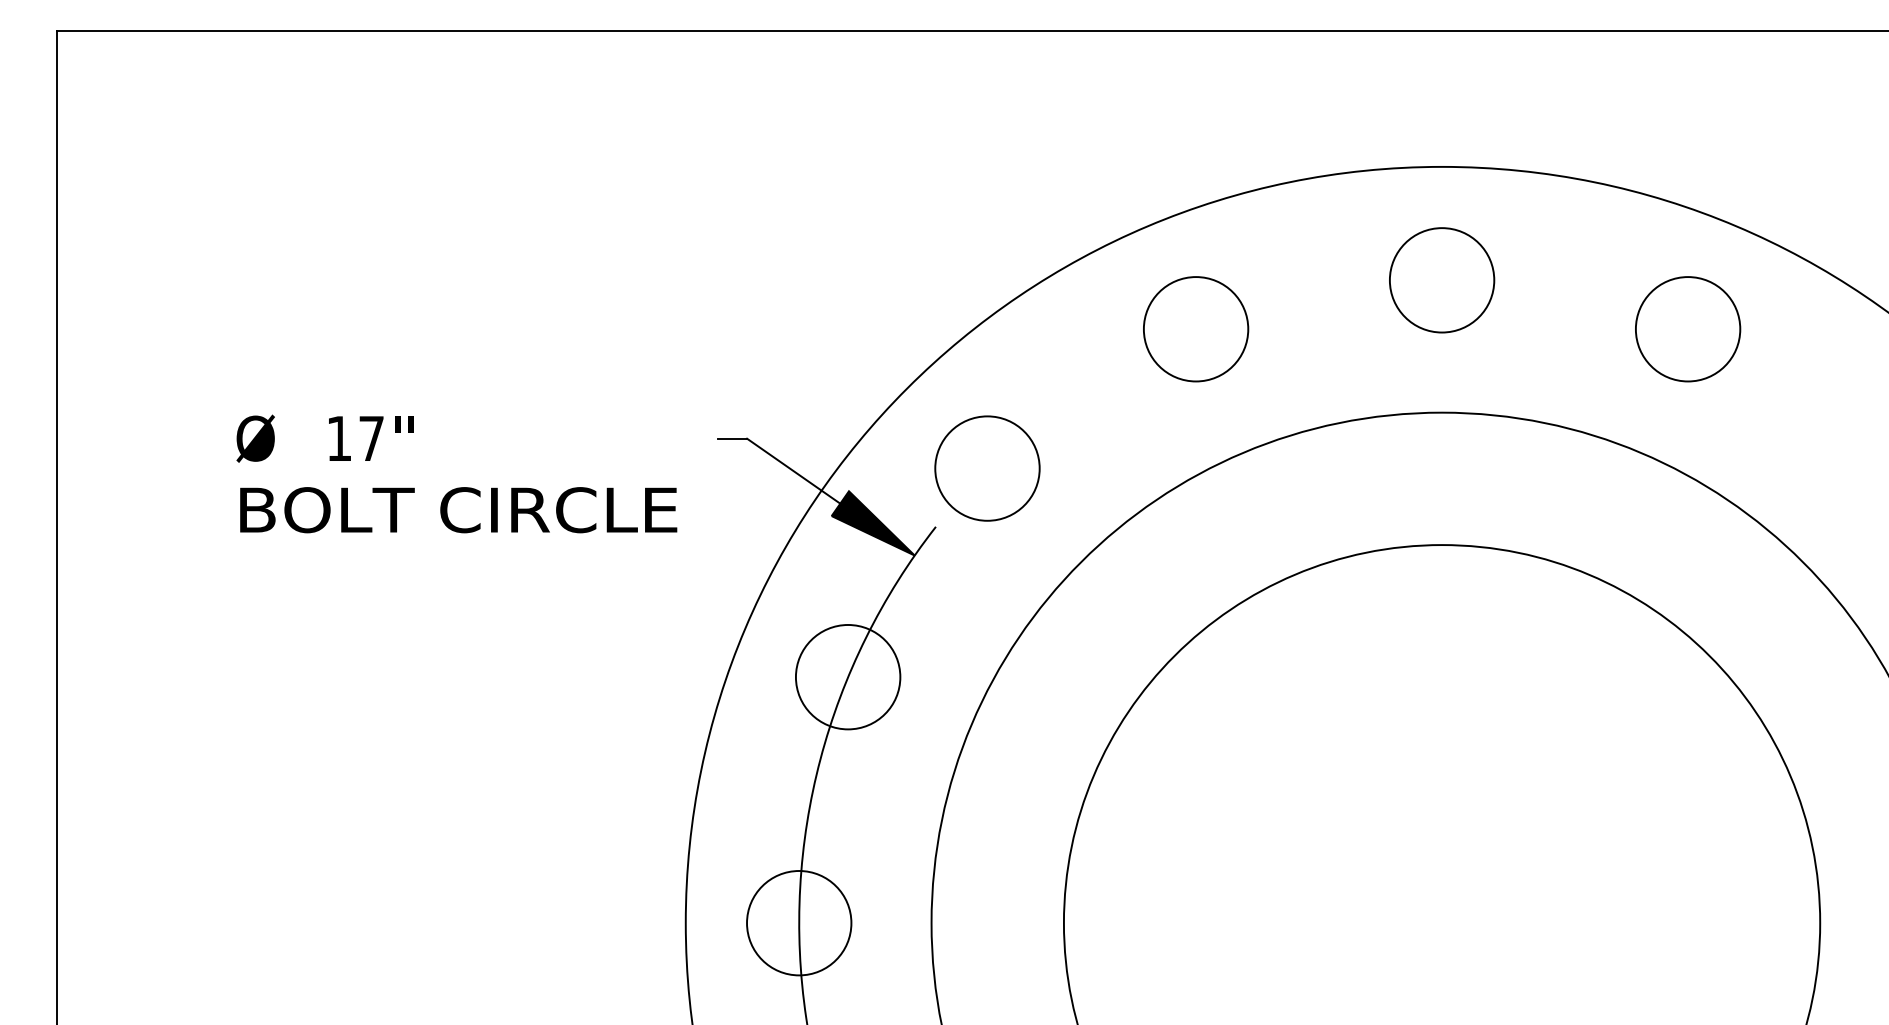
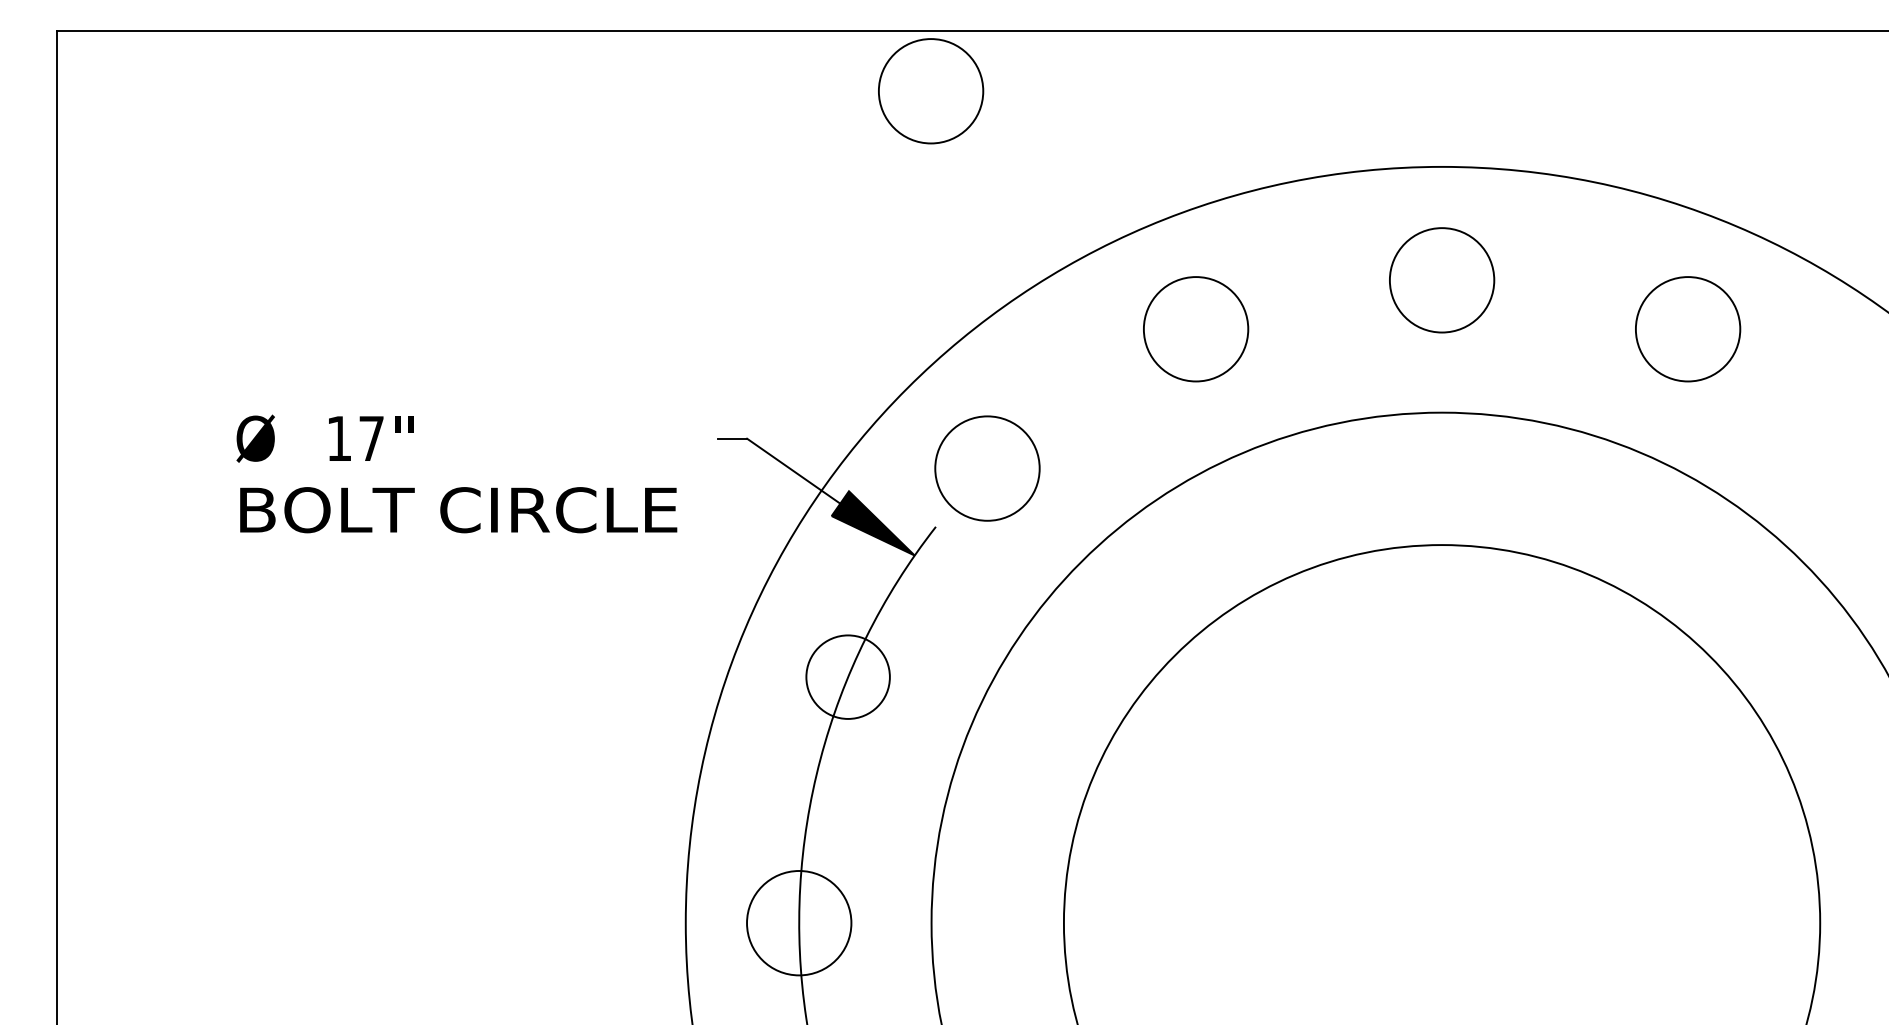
circle at (931, 91): none -> present
circle at (847, 676) diameter: 104 px -> 84 px
